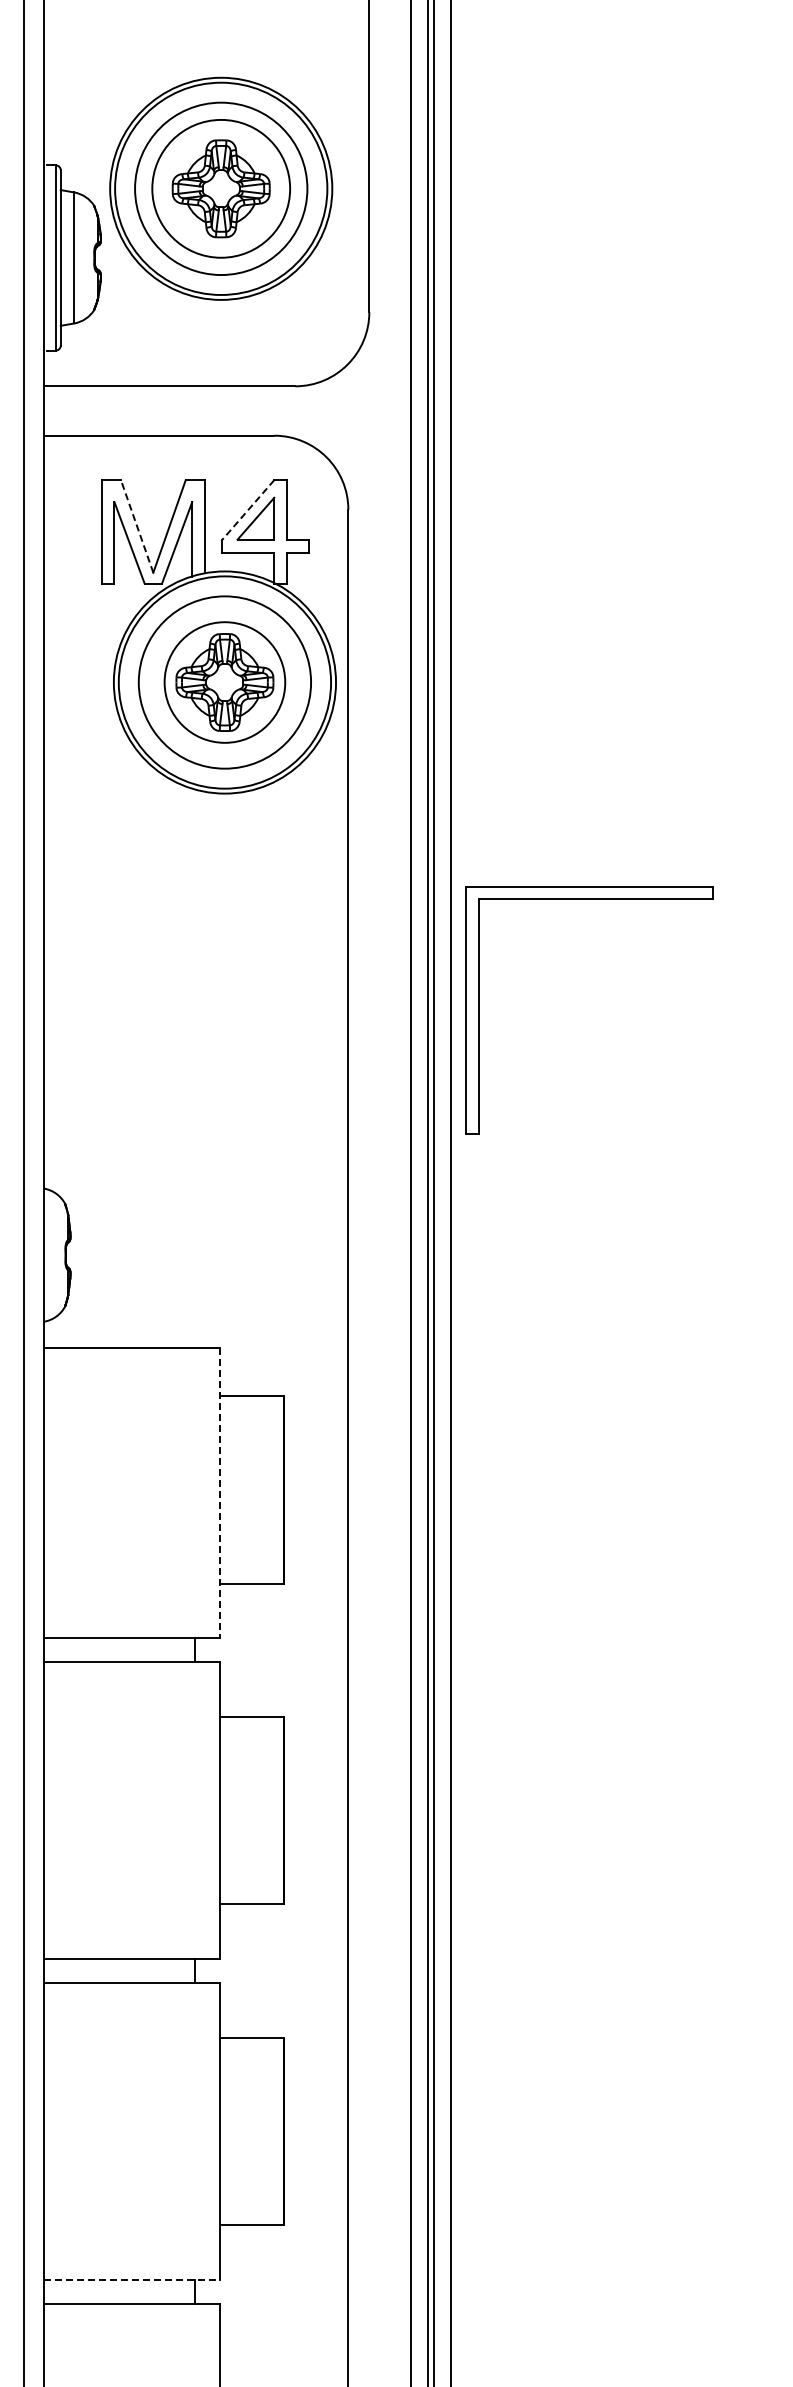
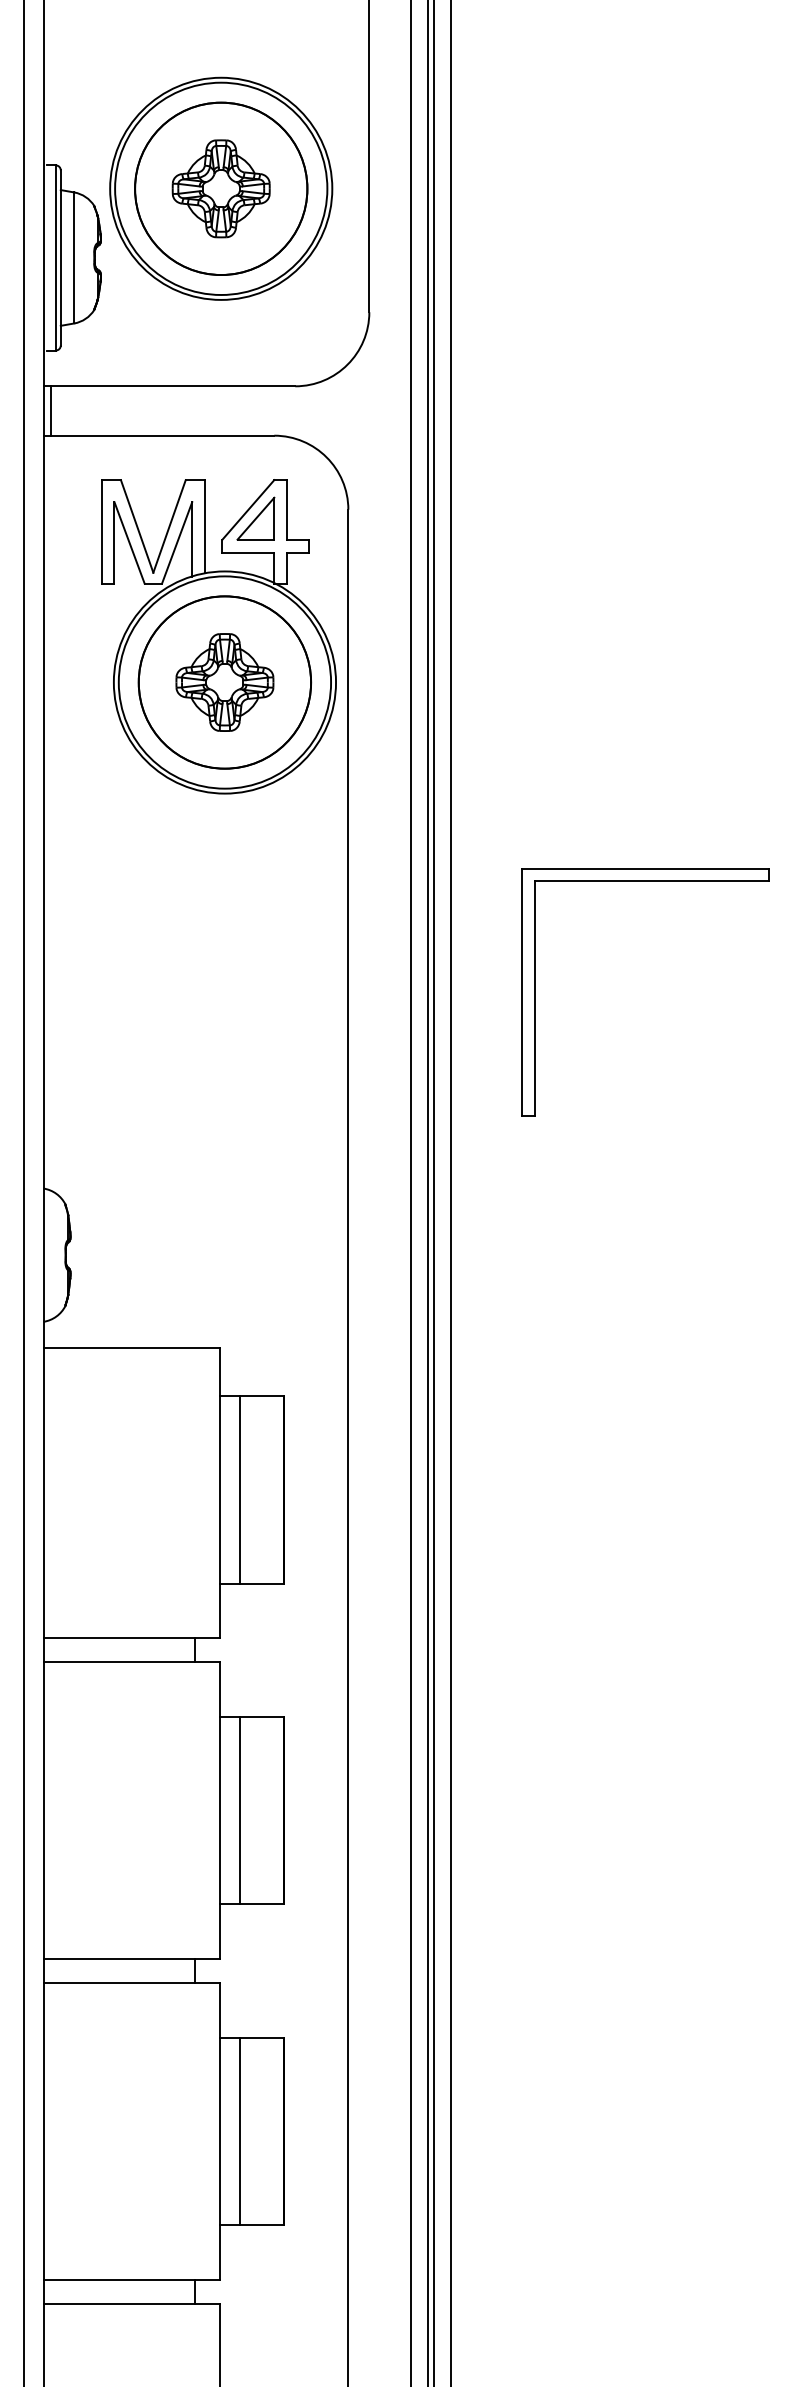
circle at (221, 188) diameter: 138 px -> 172 px
line at (50, 410): none -> present
line at (248, 510): dashed -> solid
line at (136, 525): dashed -> solid
circle at (224, 682) diameter: 121 px -> 172 px
part at (479, 1010) position: (479, 1010) -> (535, 992)
line at (239, 1489): none -> present
line at (220, 1493): dashed -> solid
line at (239, 1810): none -> present
line at (239, 2131): none -> present
line at (132, 2279): dashed -> solid
